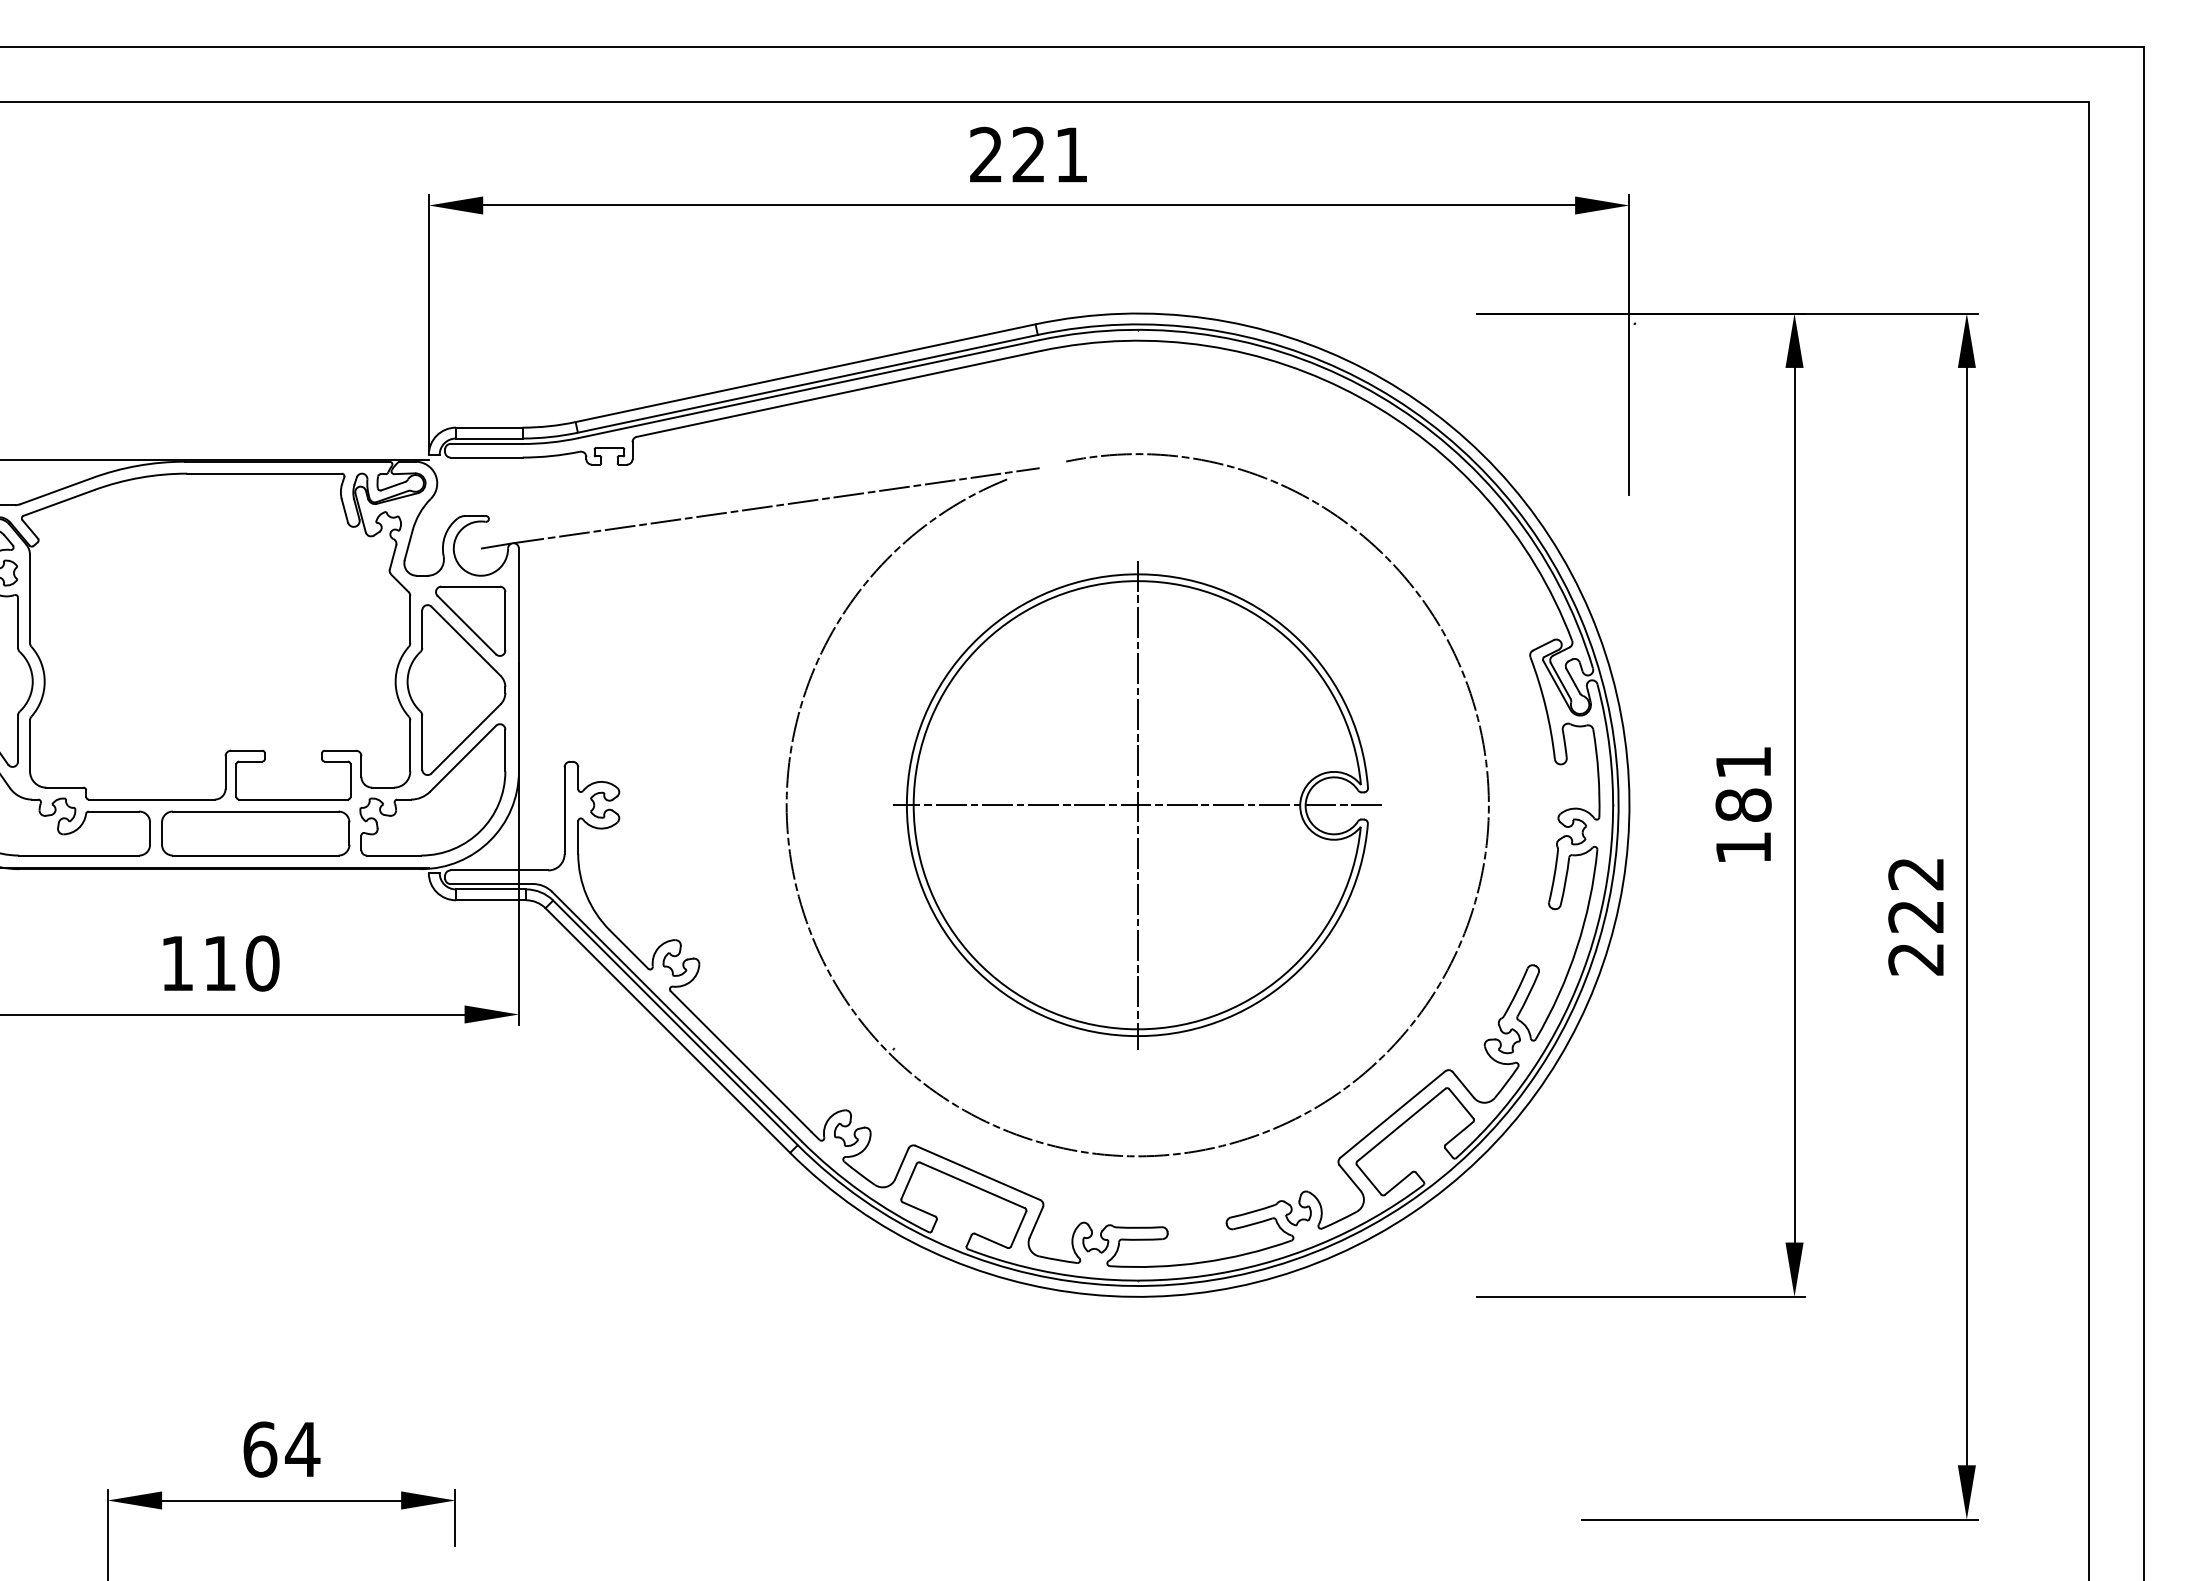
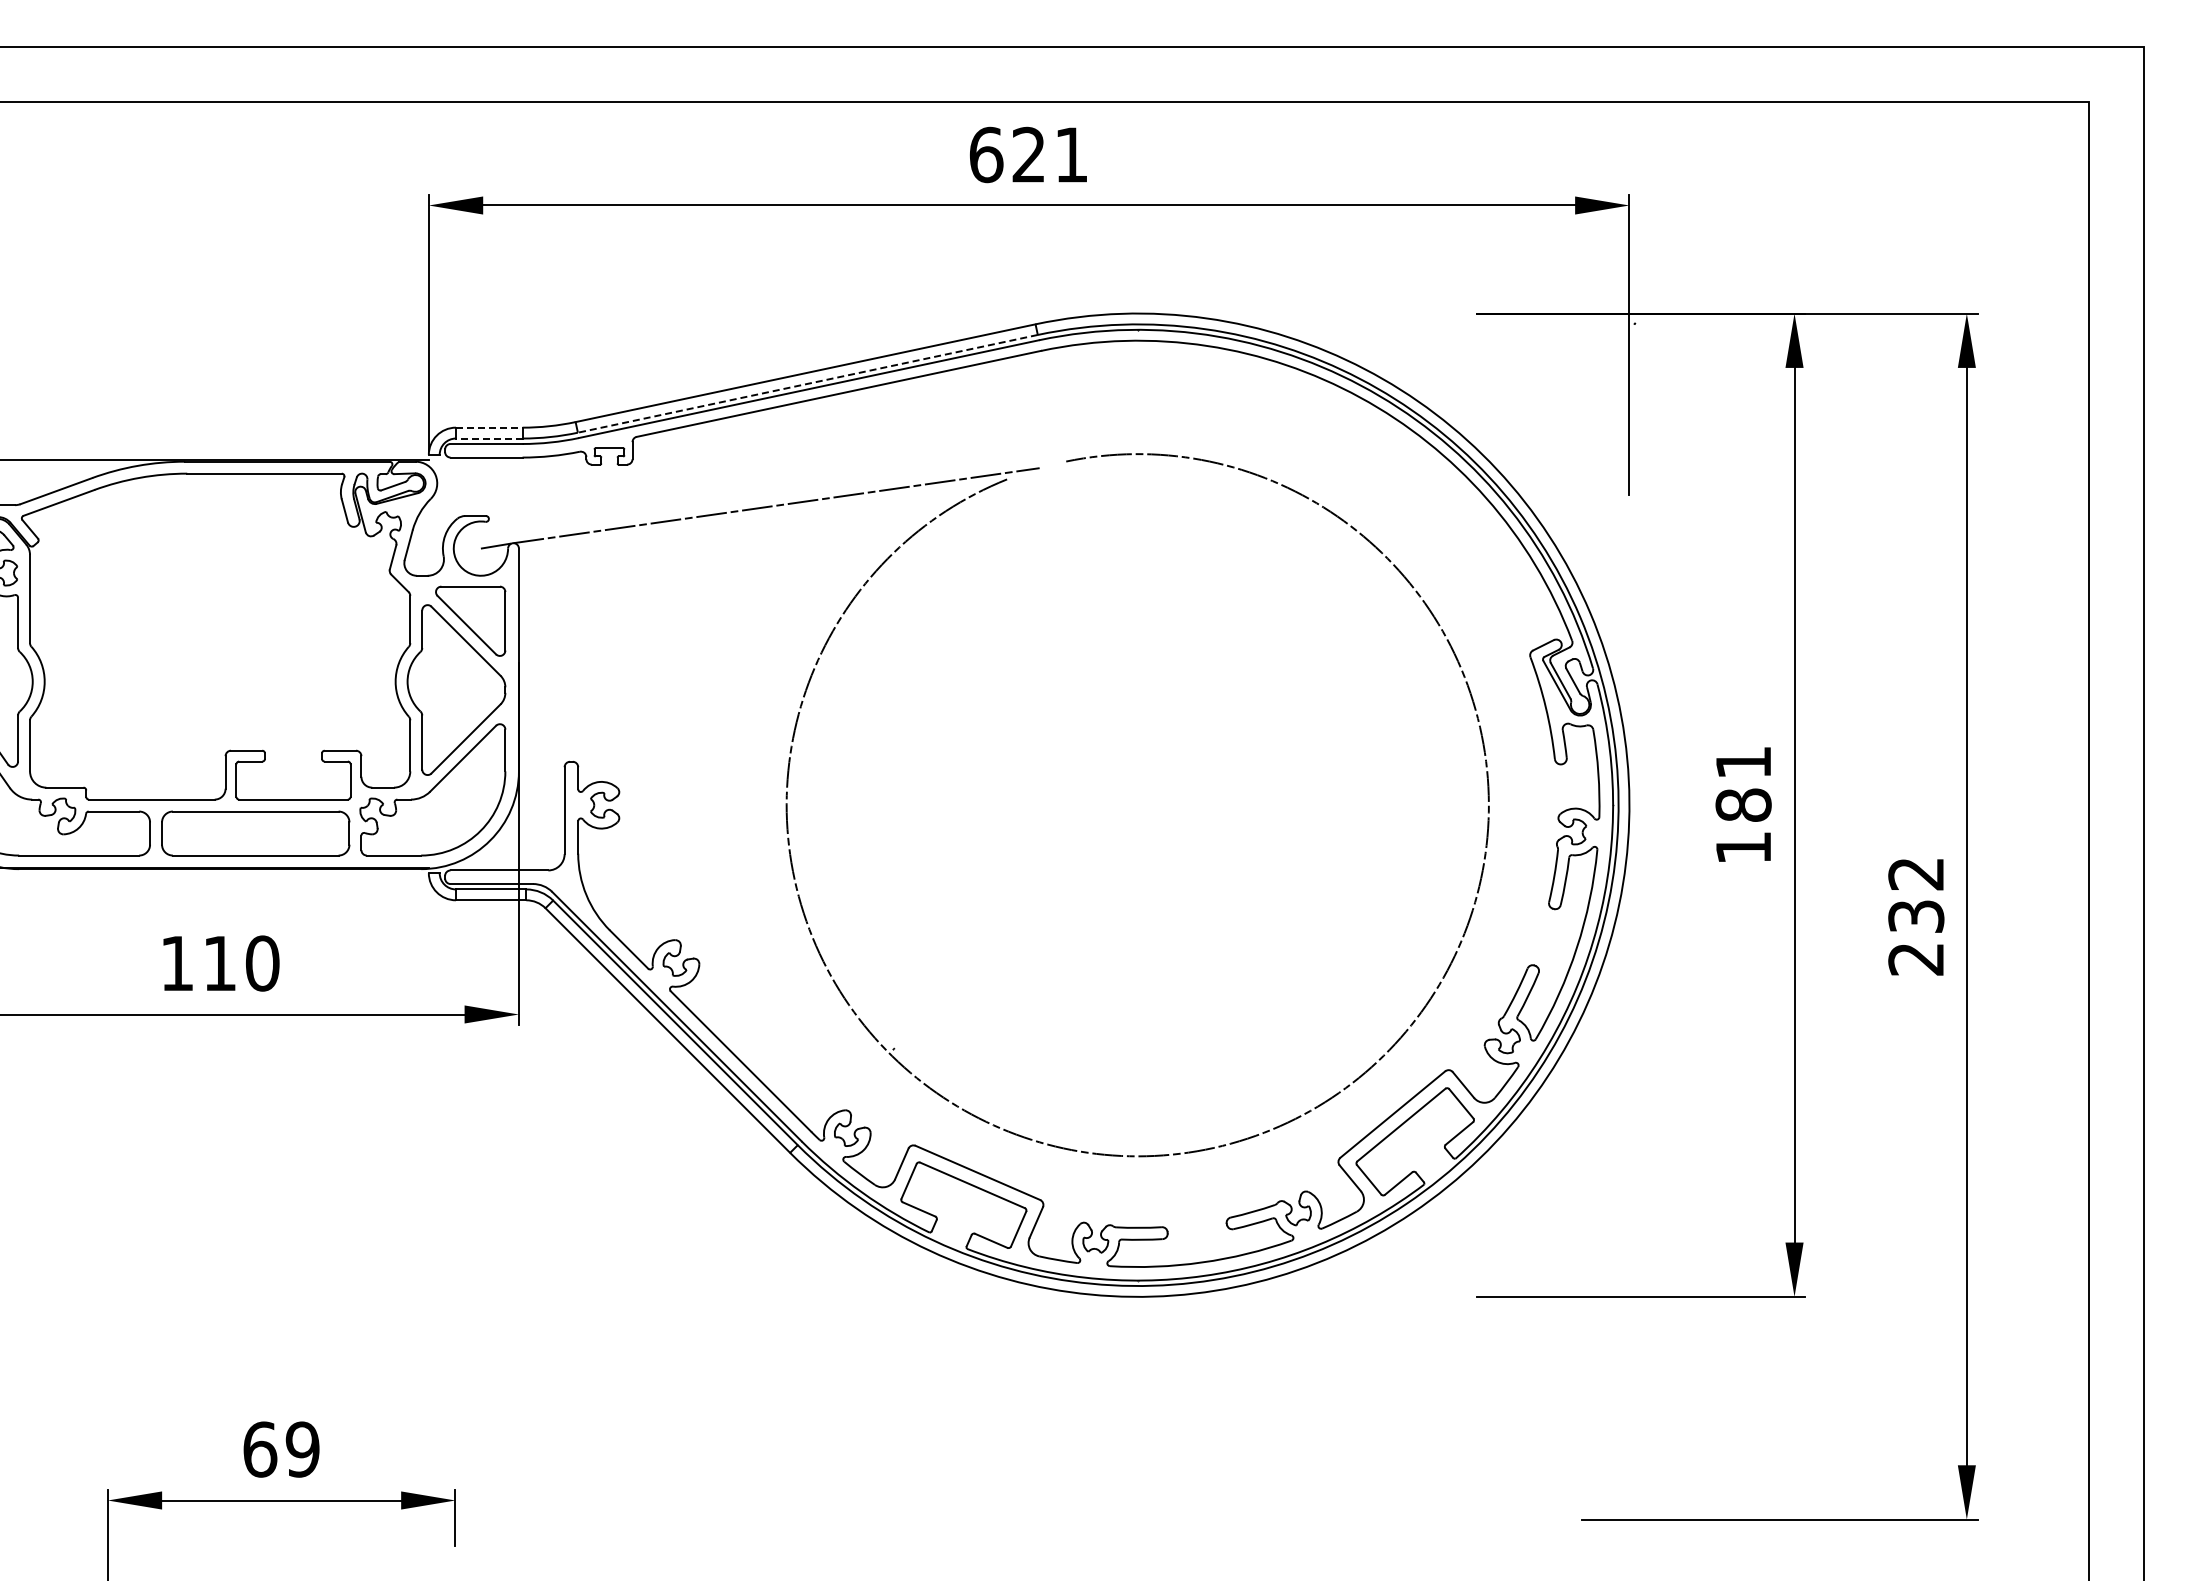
text at (986, 154): 221 -> 621
line at (807, 383): solid -> dashed
line at (489, 427): solid -> dashed
line at (488, 438): solid -> dashed
part at (1137, 805): present -> none
text at (1916, 916): 222 -> 232
text at (302, 1449): 64 -> 69
